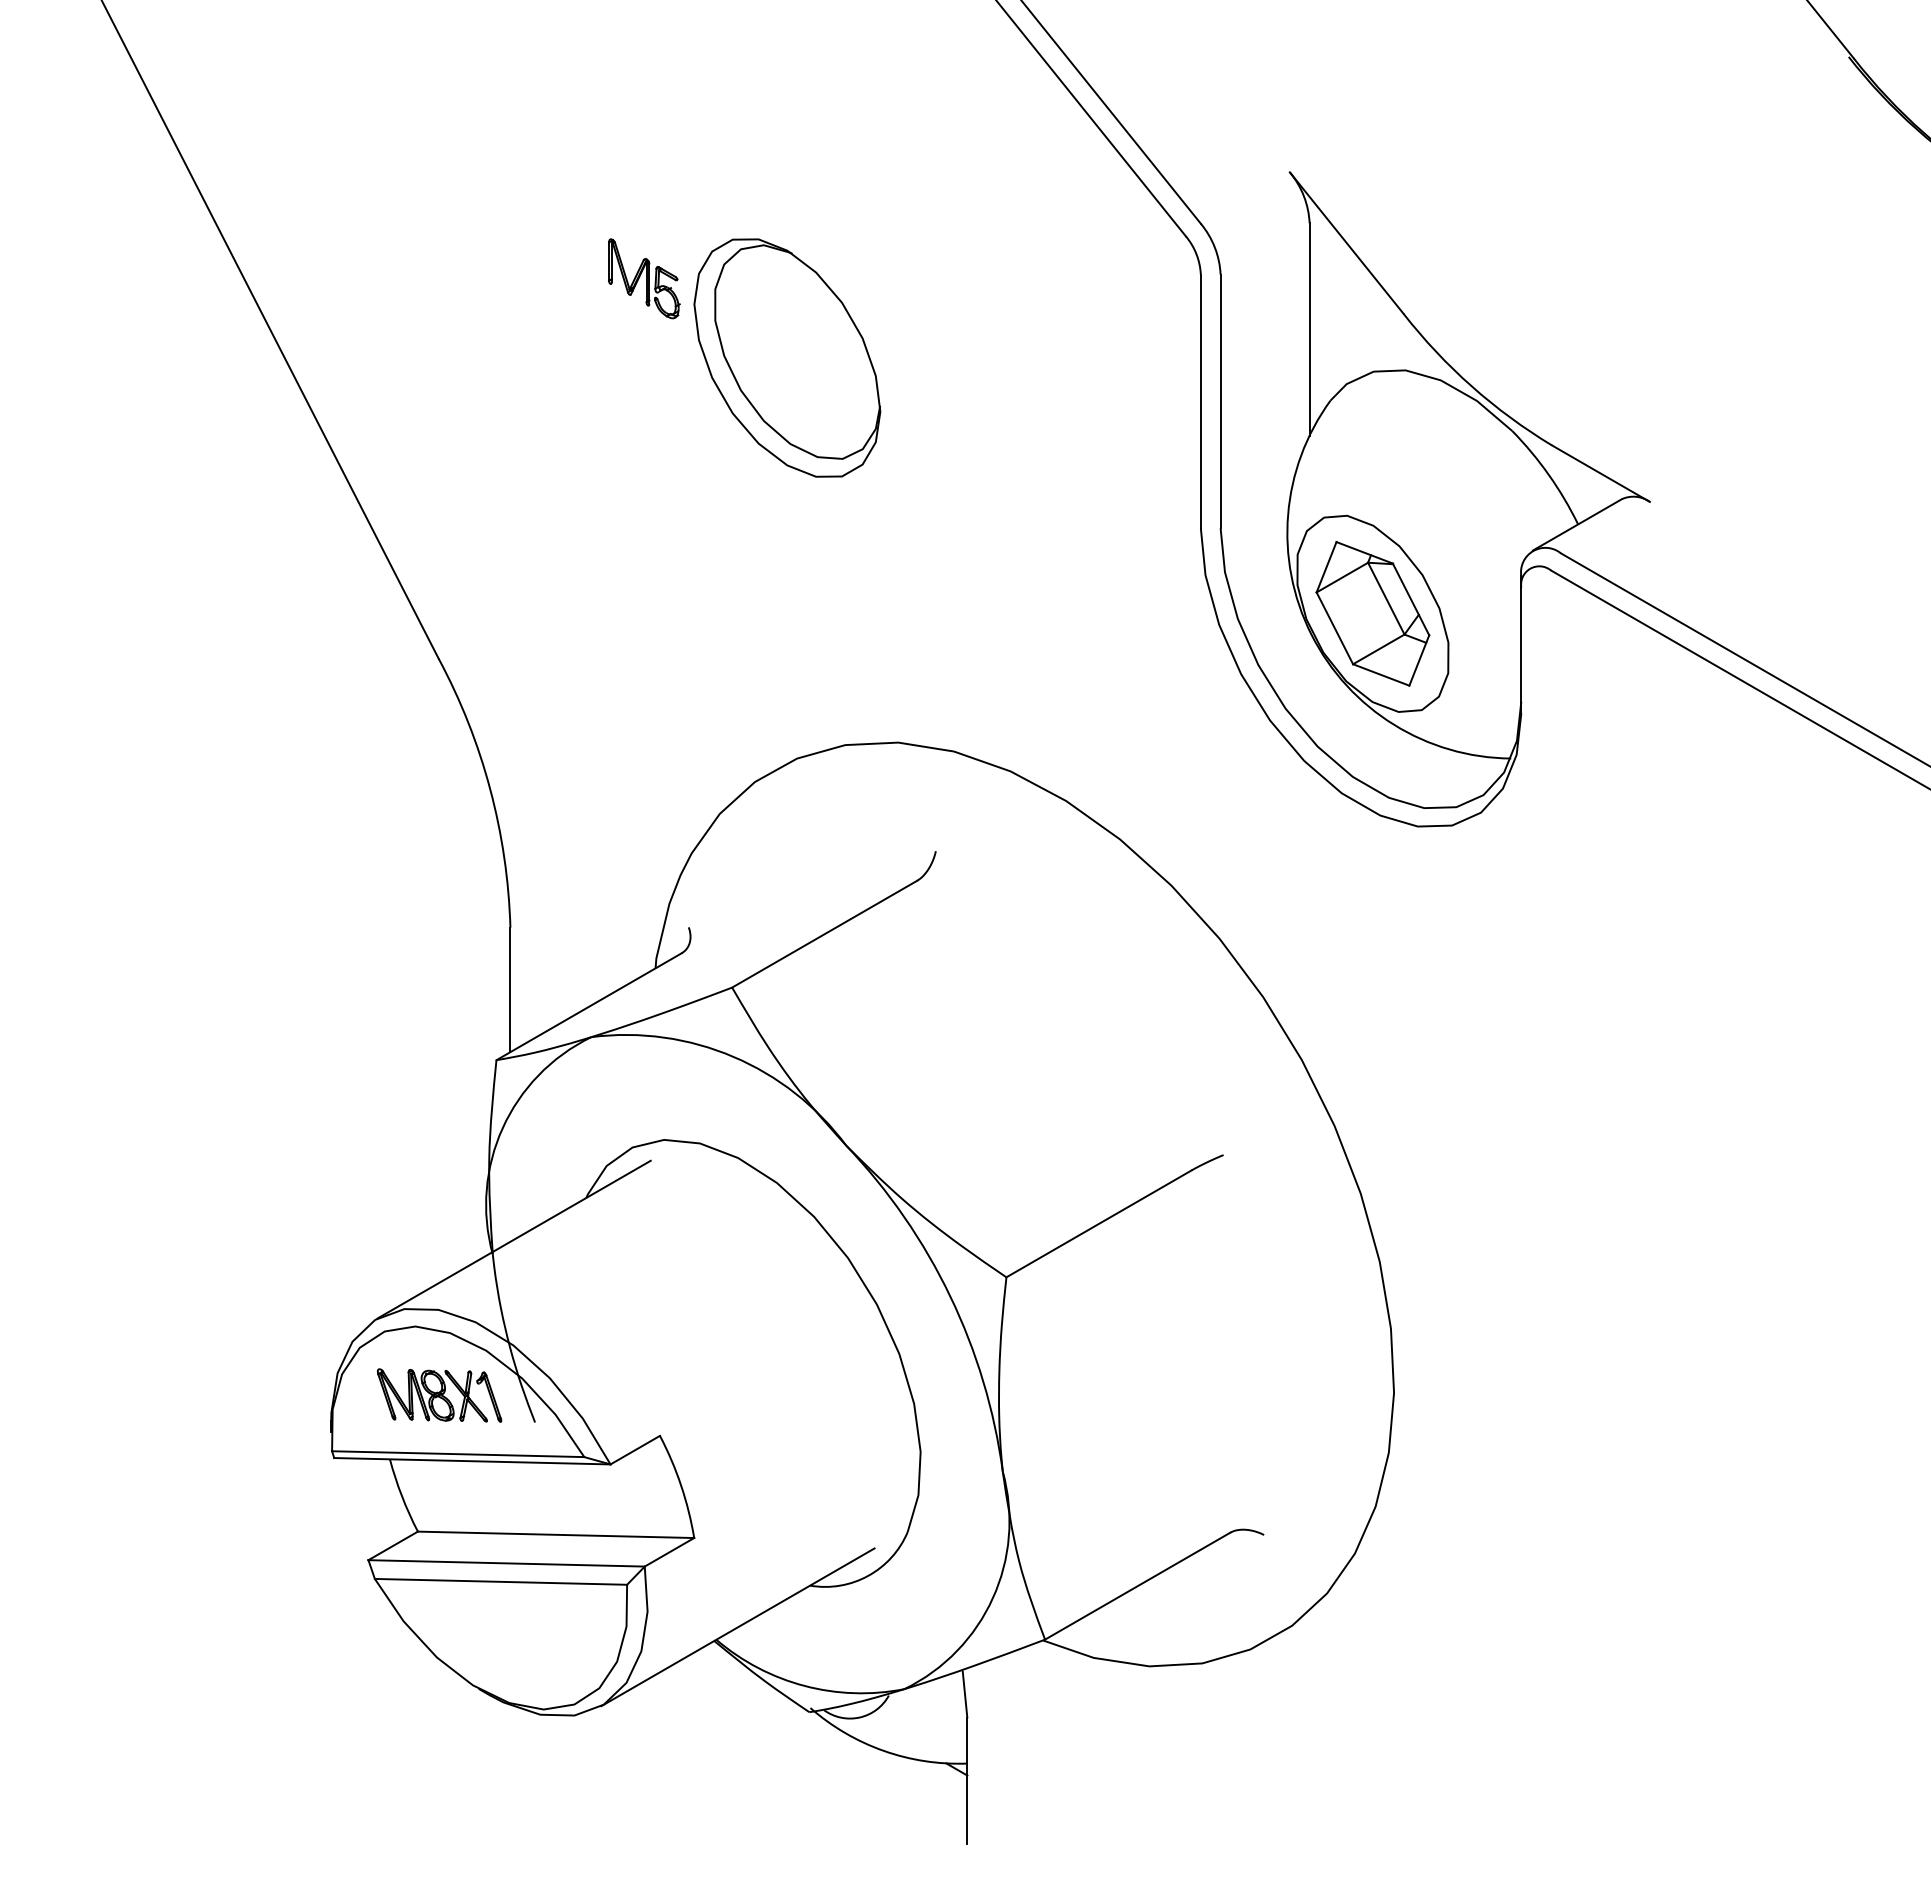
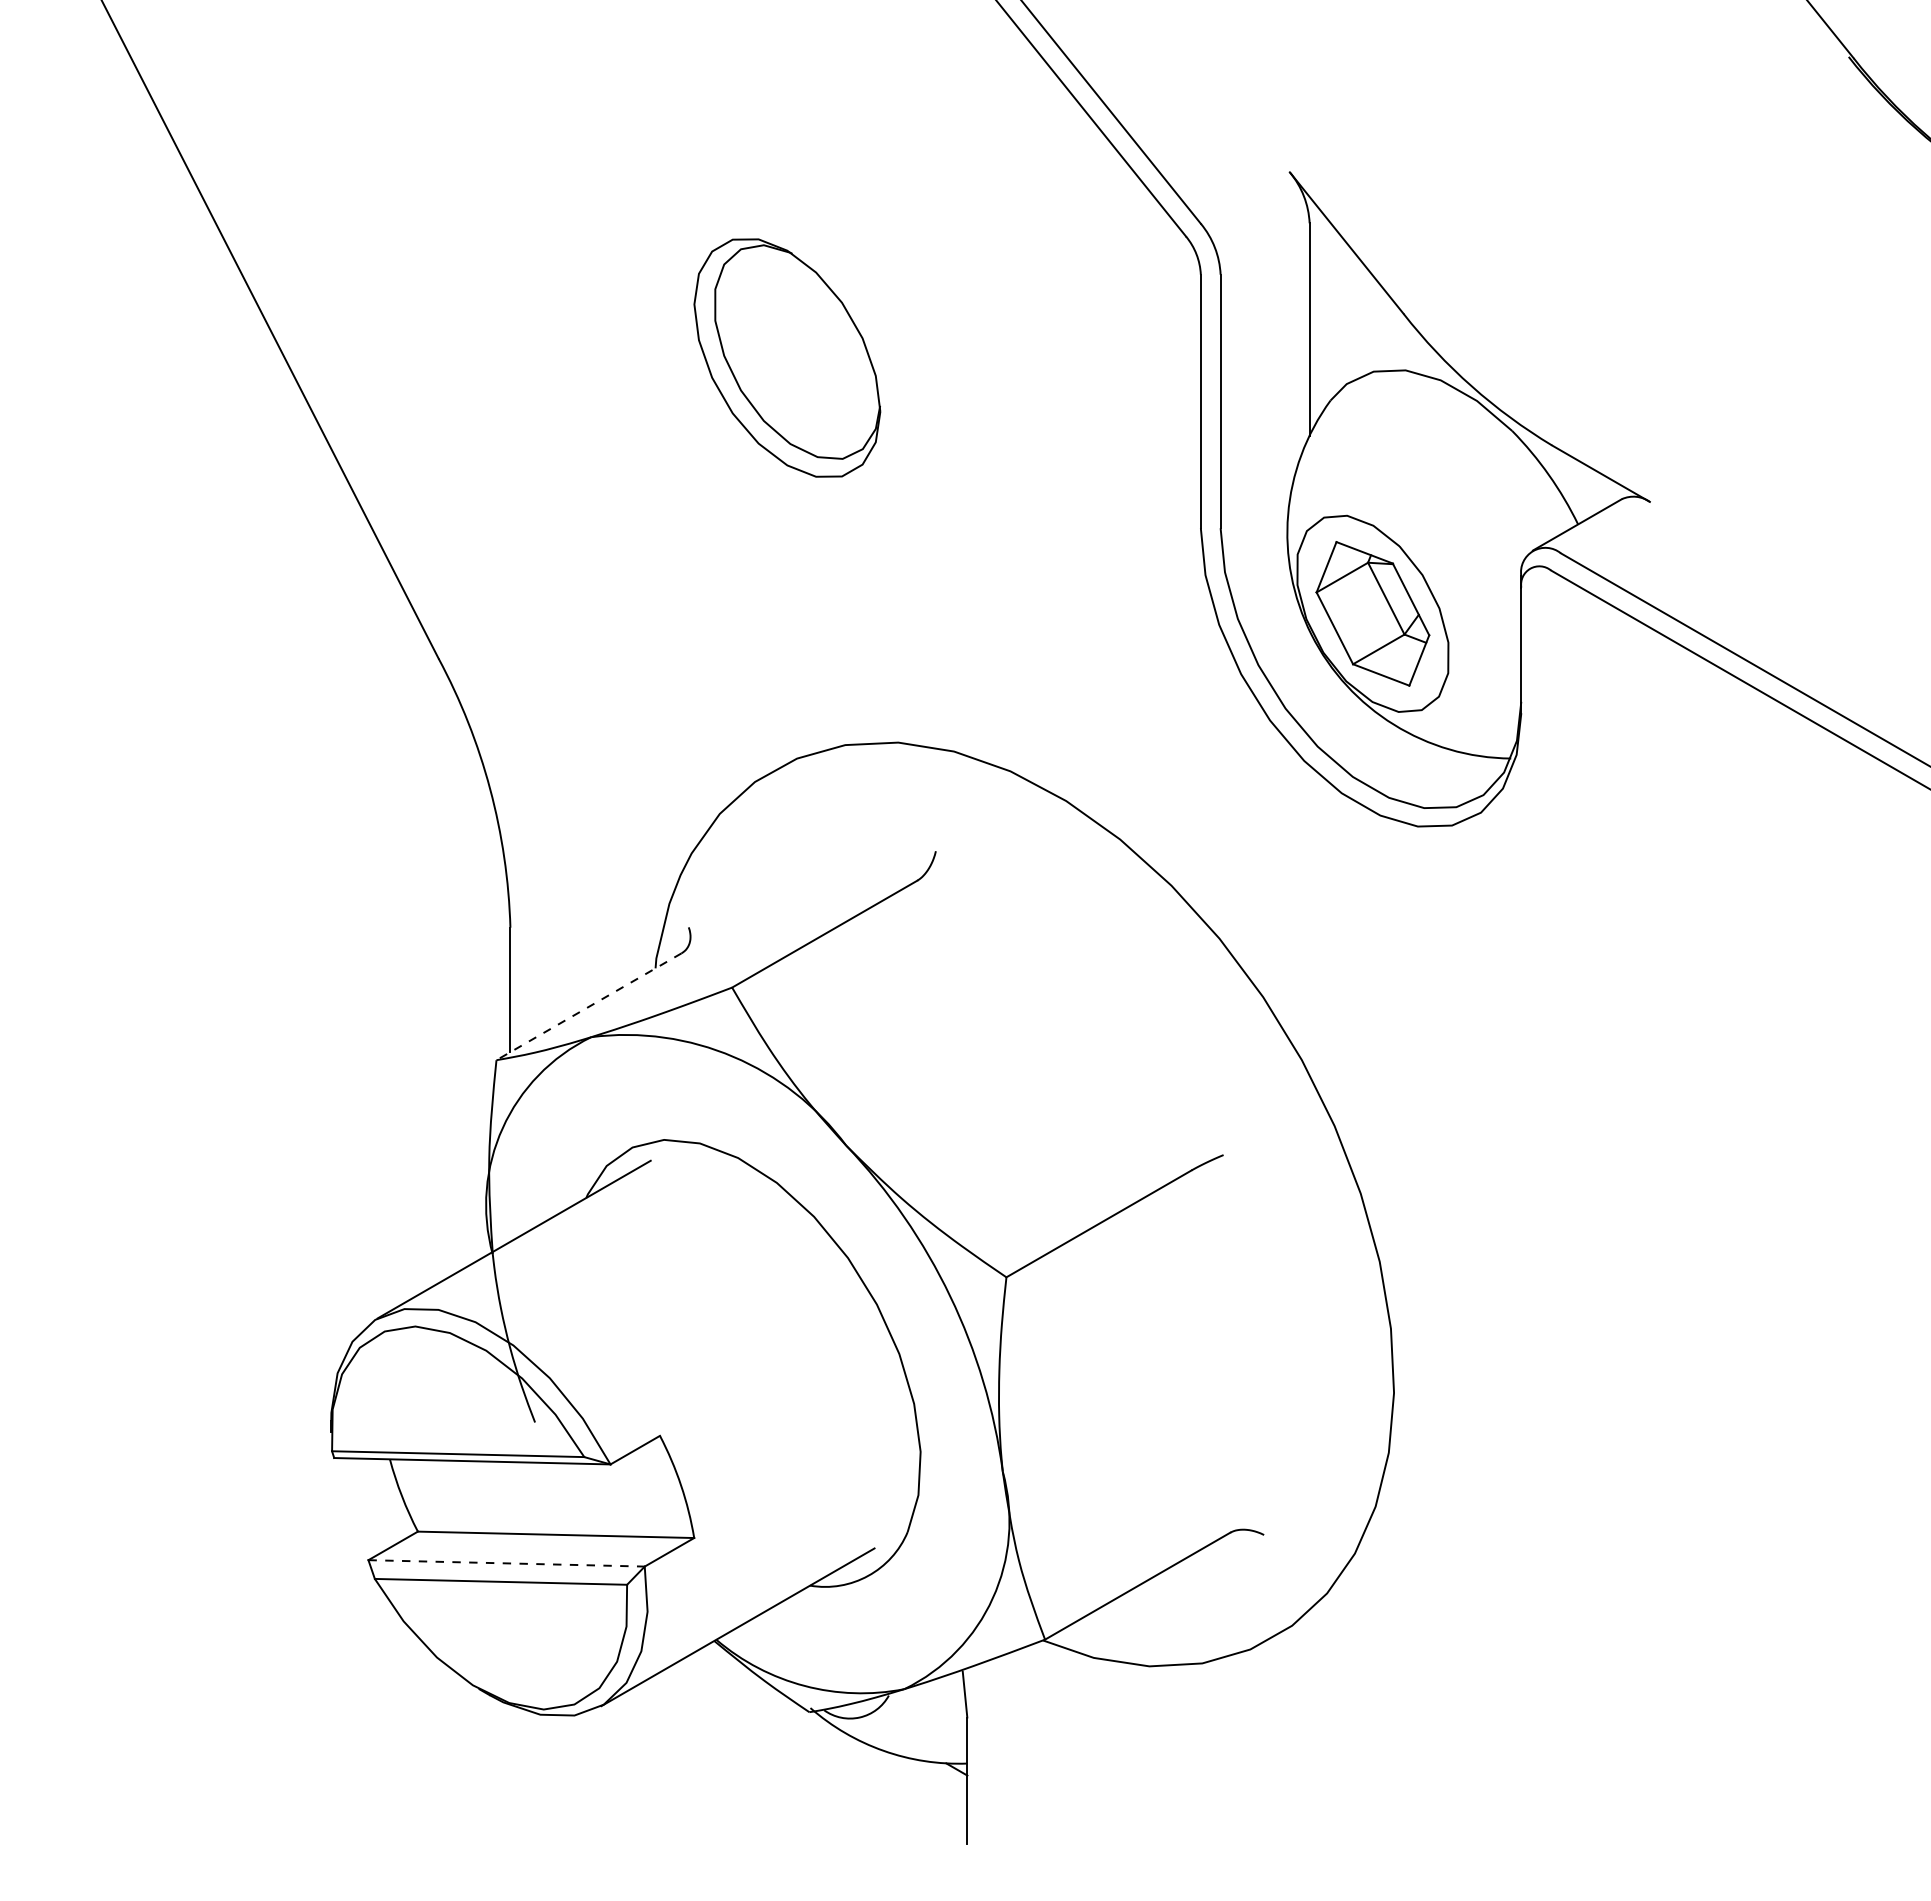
part at (644, 278): present -> none
line at (589, 1006): solid -> dashed
part at (439, 1395): present -> none
line at (507, 1563): solid -> dashed
